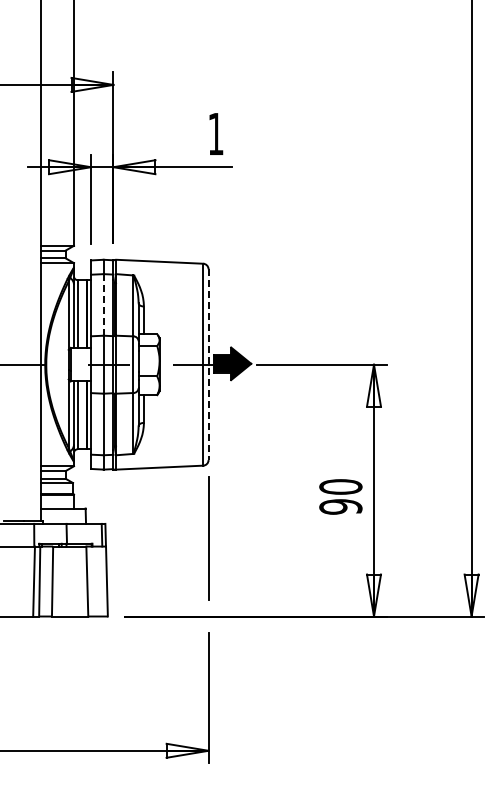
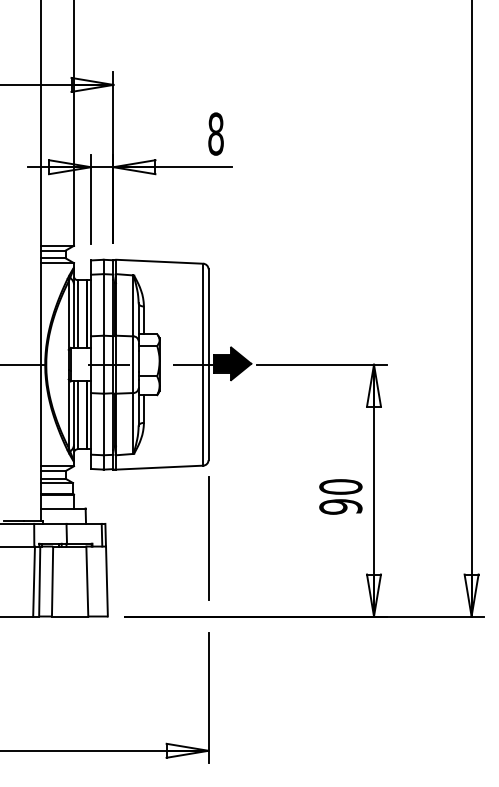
text at (215, 133): 1 -> 8
line at (103, 304): dashed -> solid
line at (208, 365): dashed -> solid
